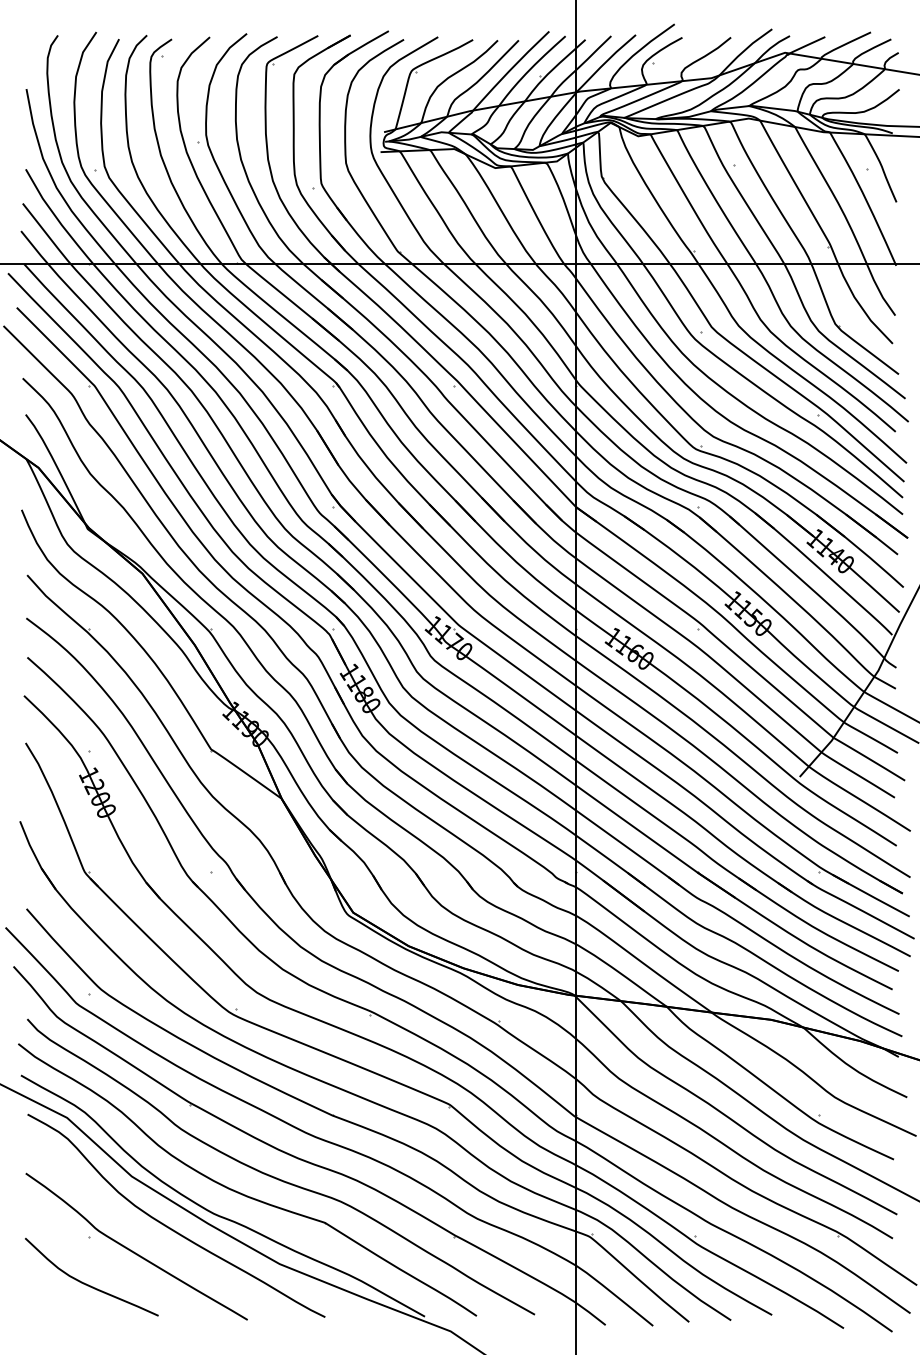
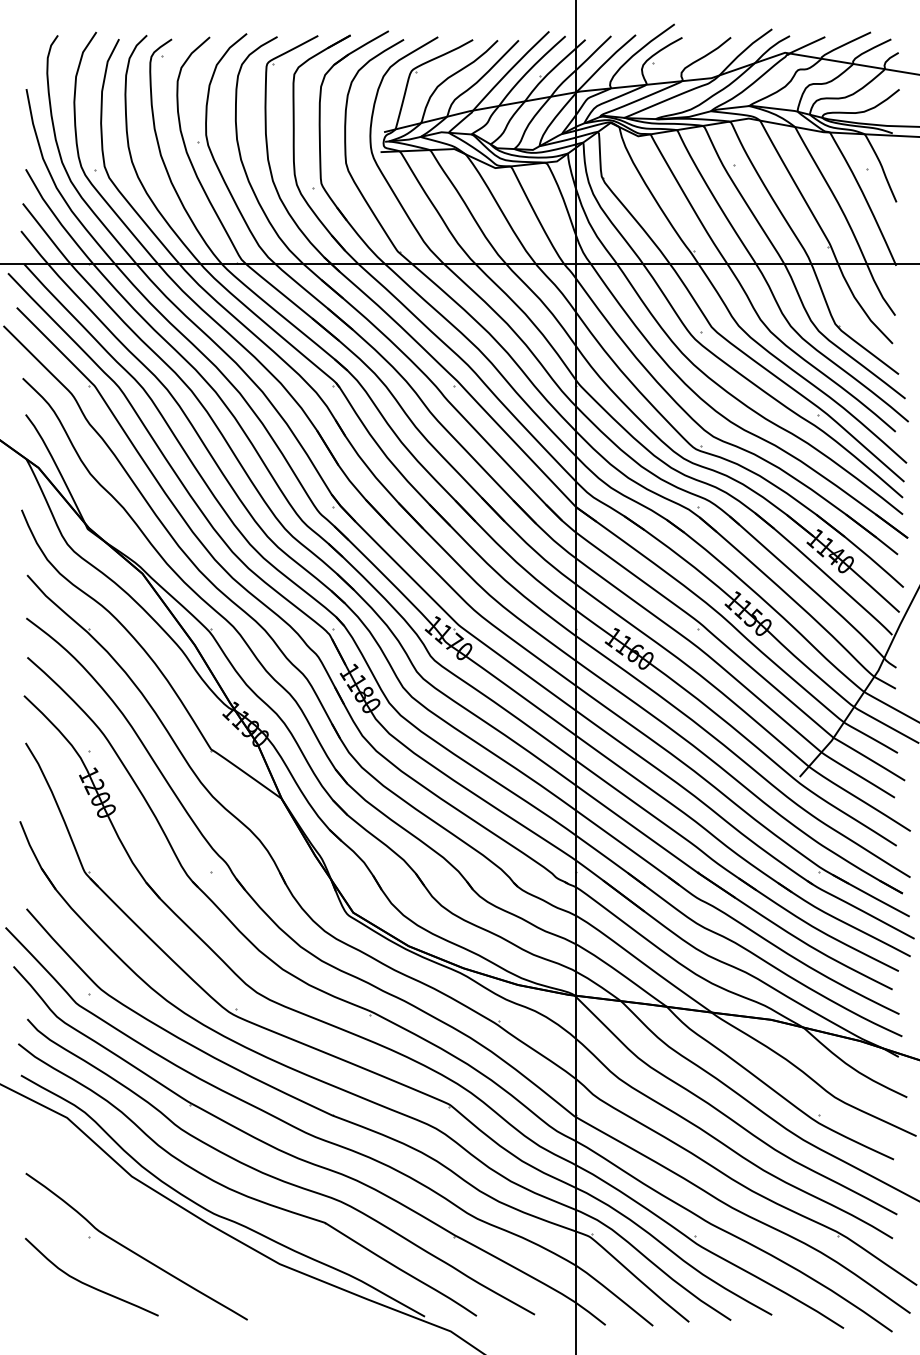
curve at (170, 1227): present -> none
